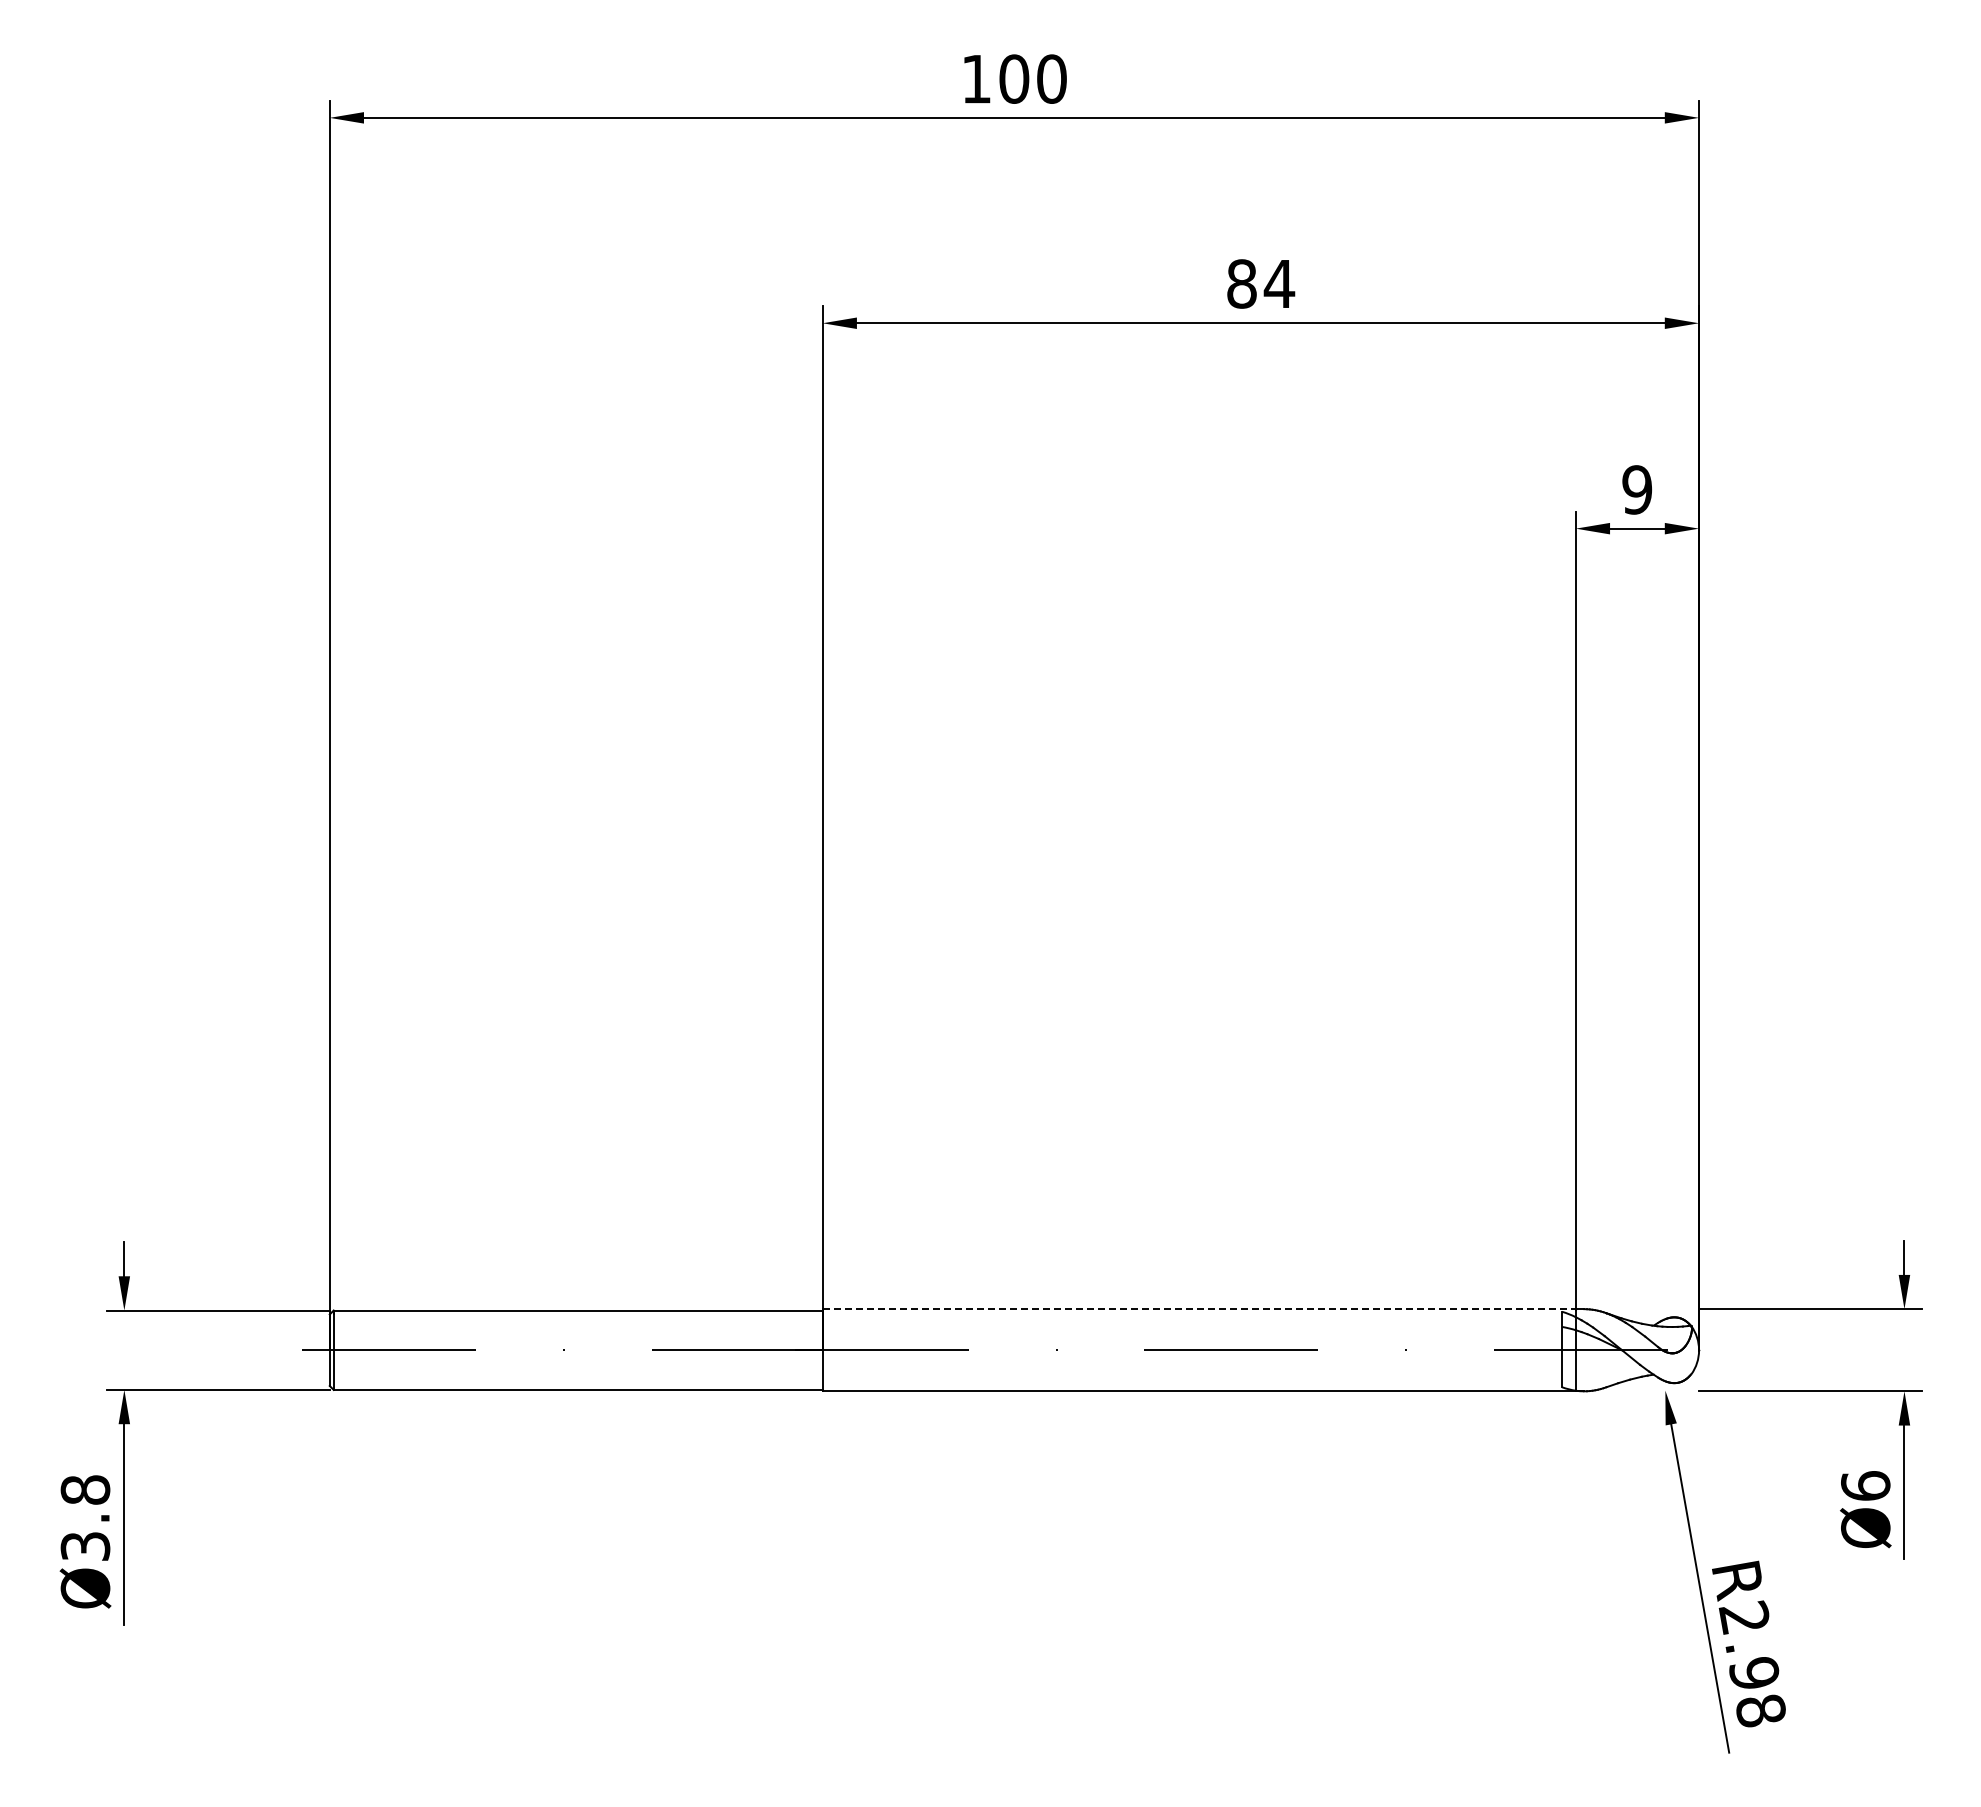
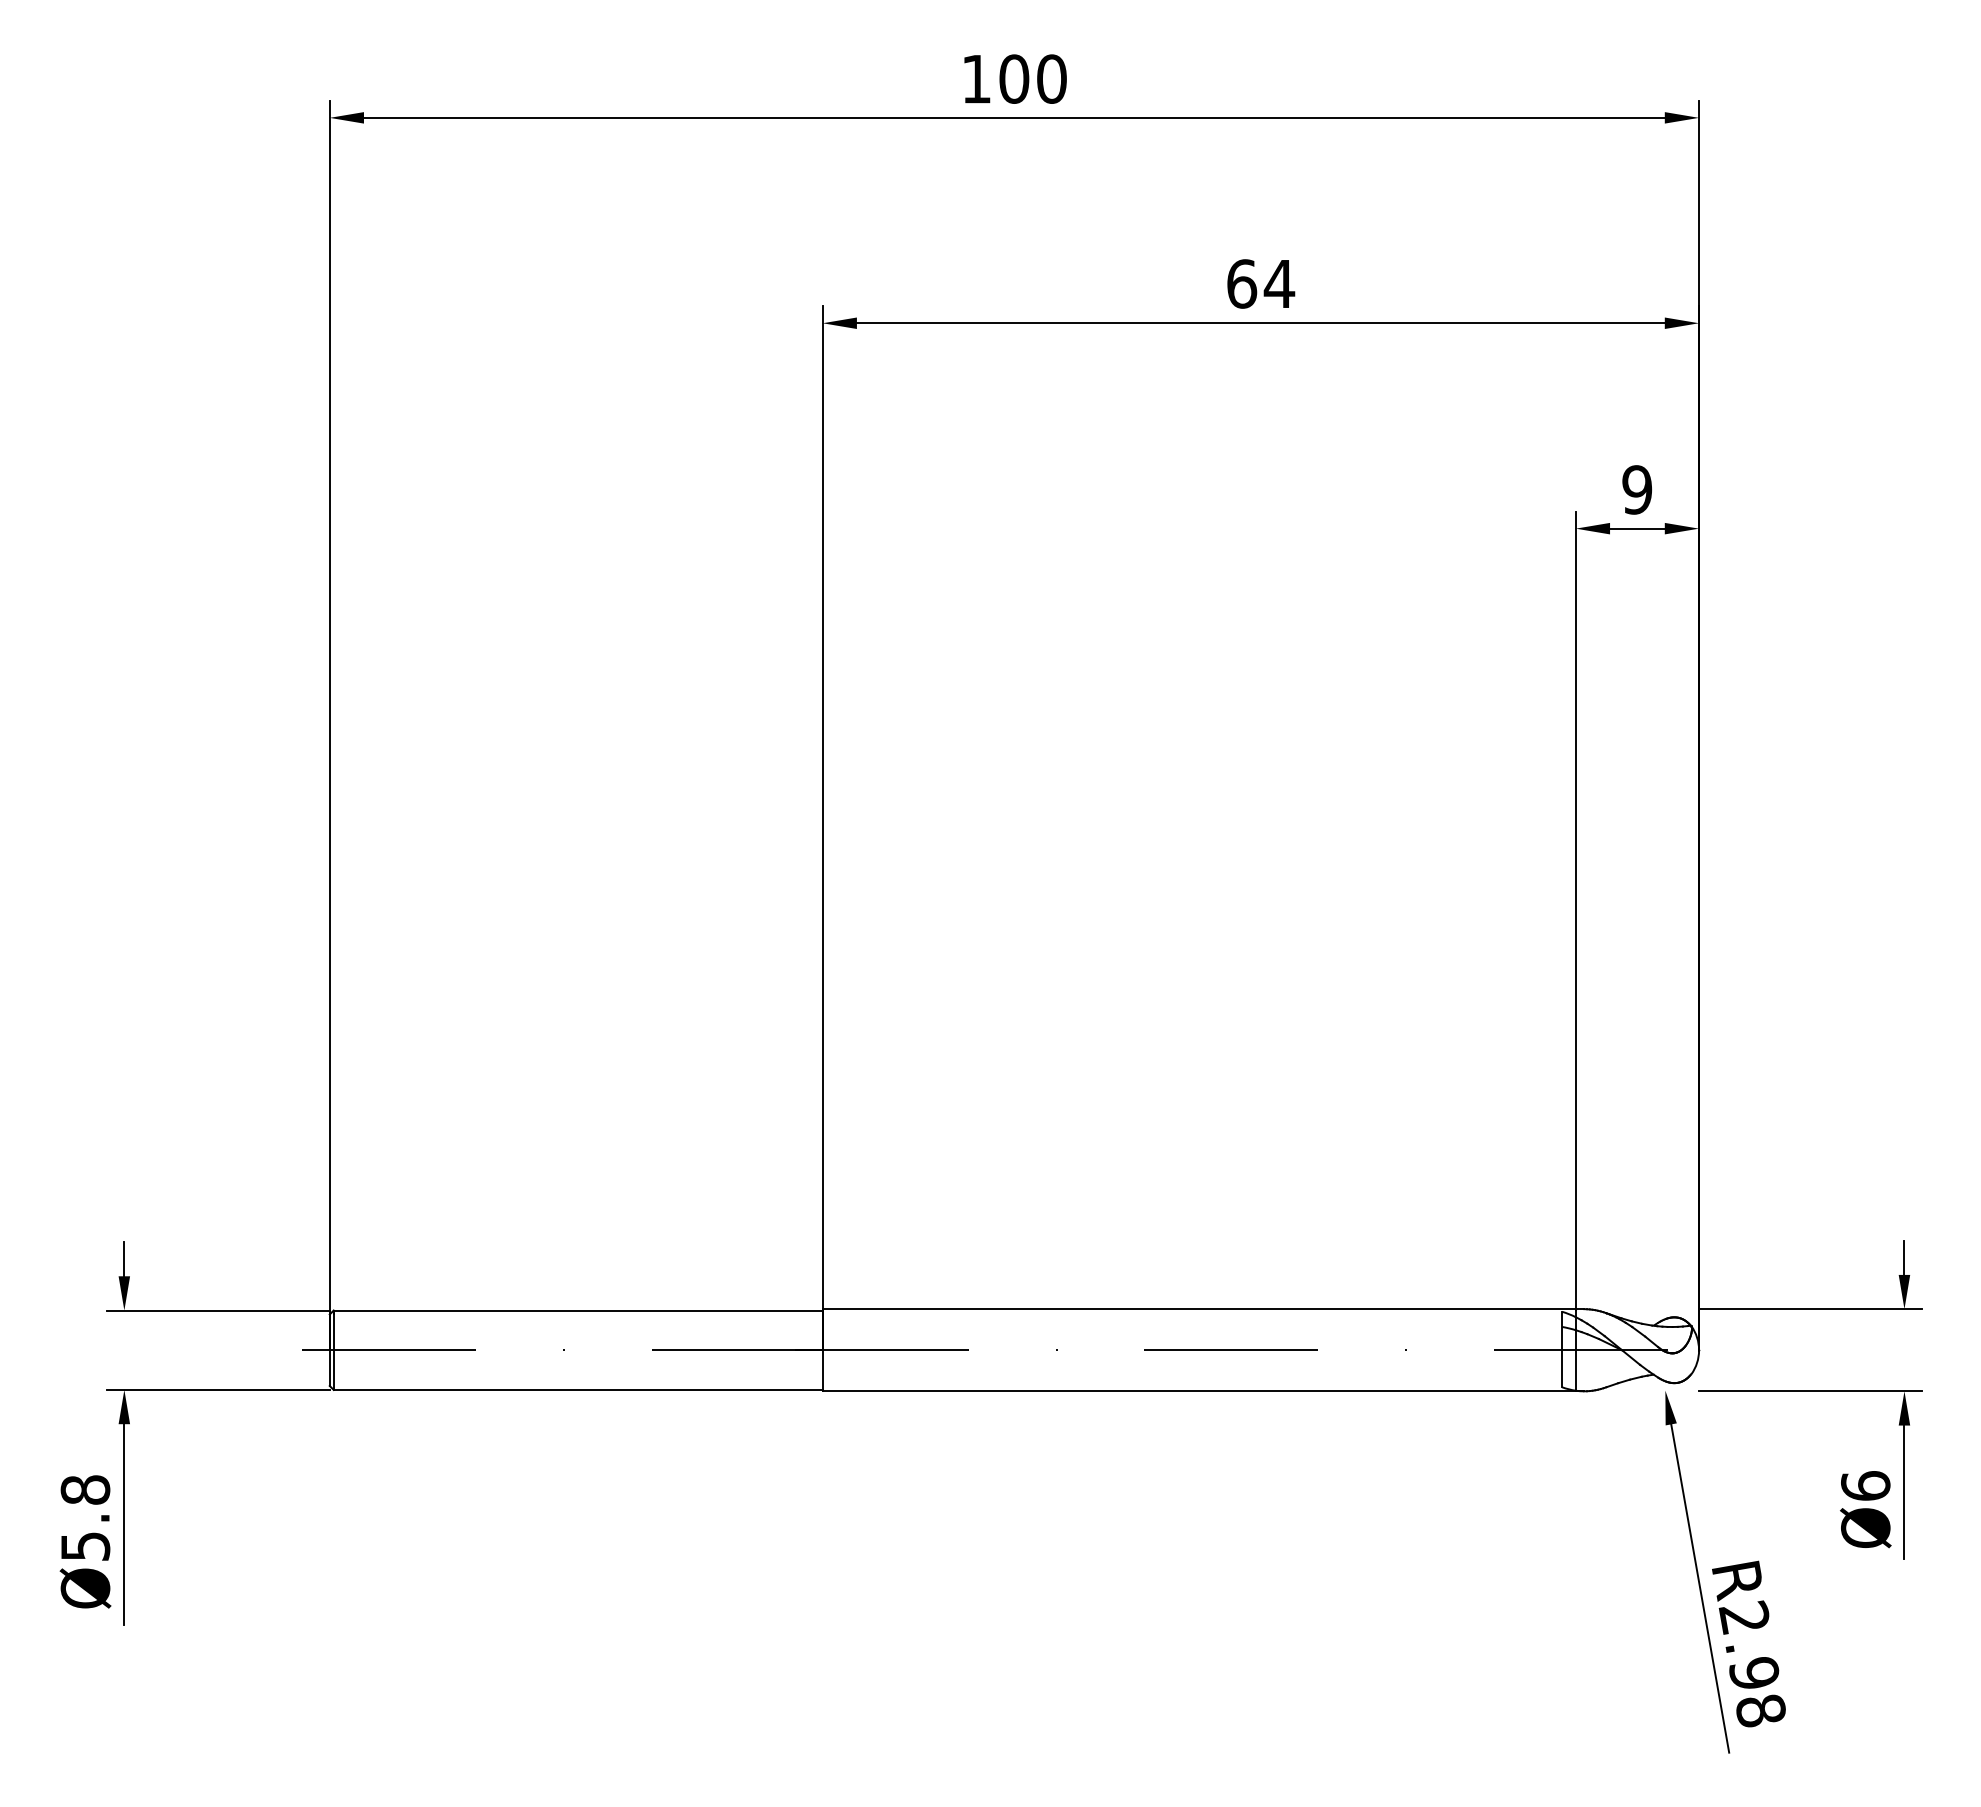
text at (1242, 283): 84 -> 64
line at (1199, 1309): dashed -> solid
text at (84, 1546): Ø3.8 -> Ø5.8
